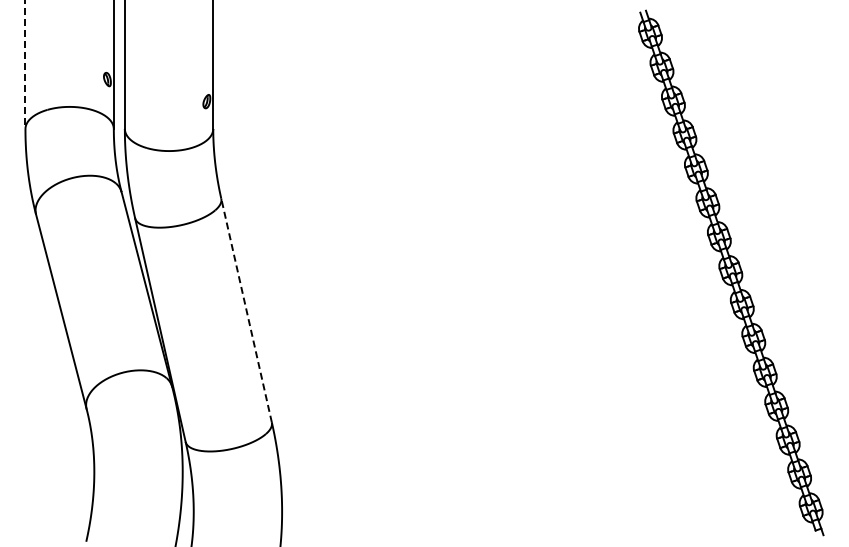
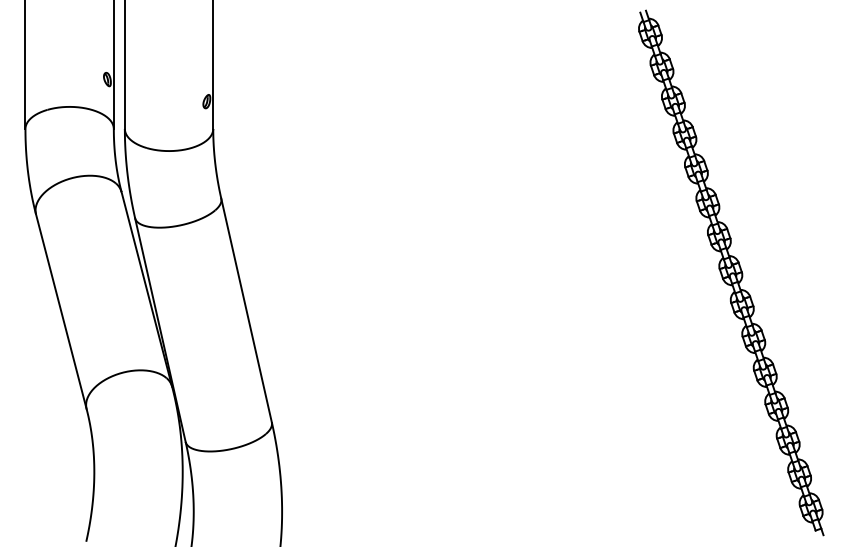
line at (25, 65): dashed -> solid
line at (246, 310): dashed -> solid
